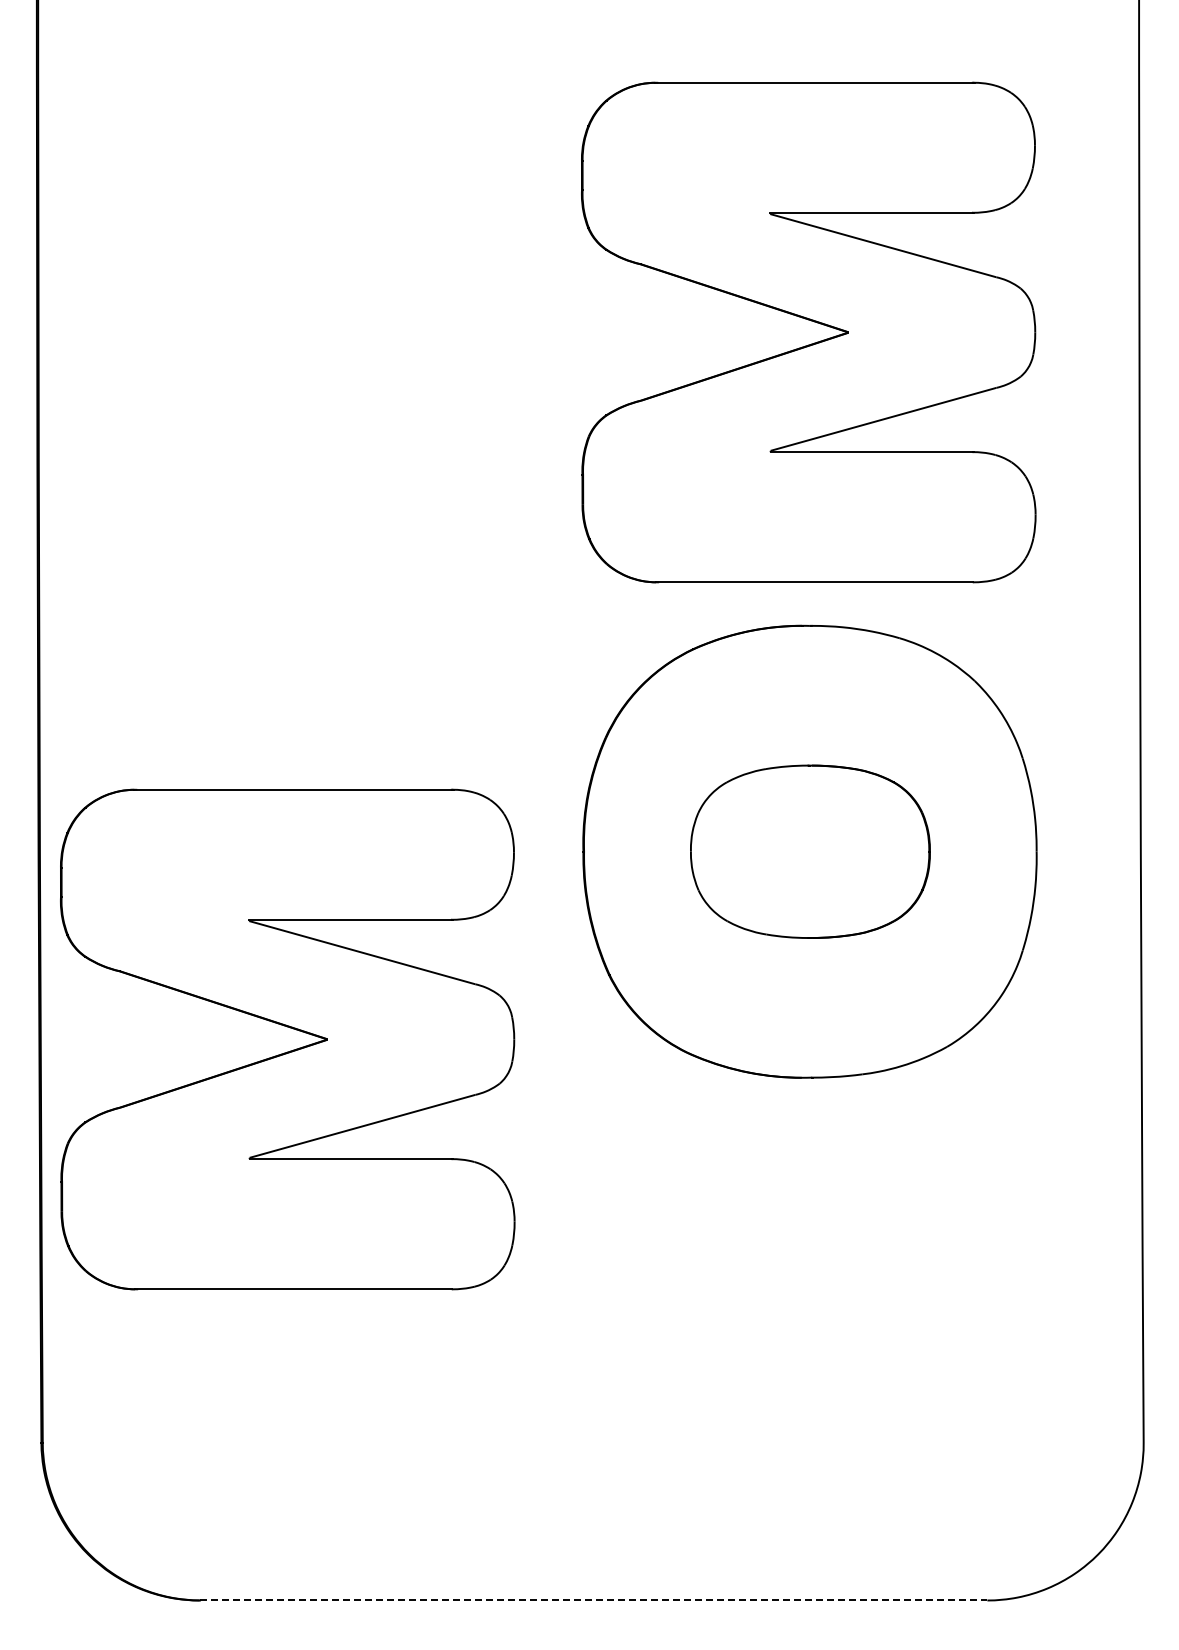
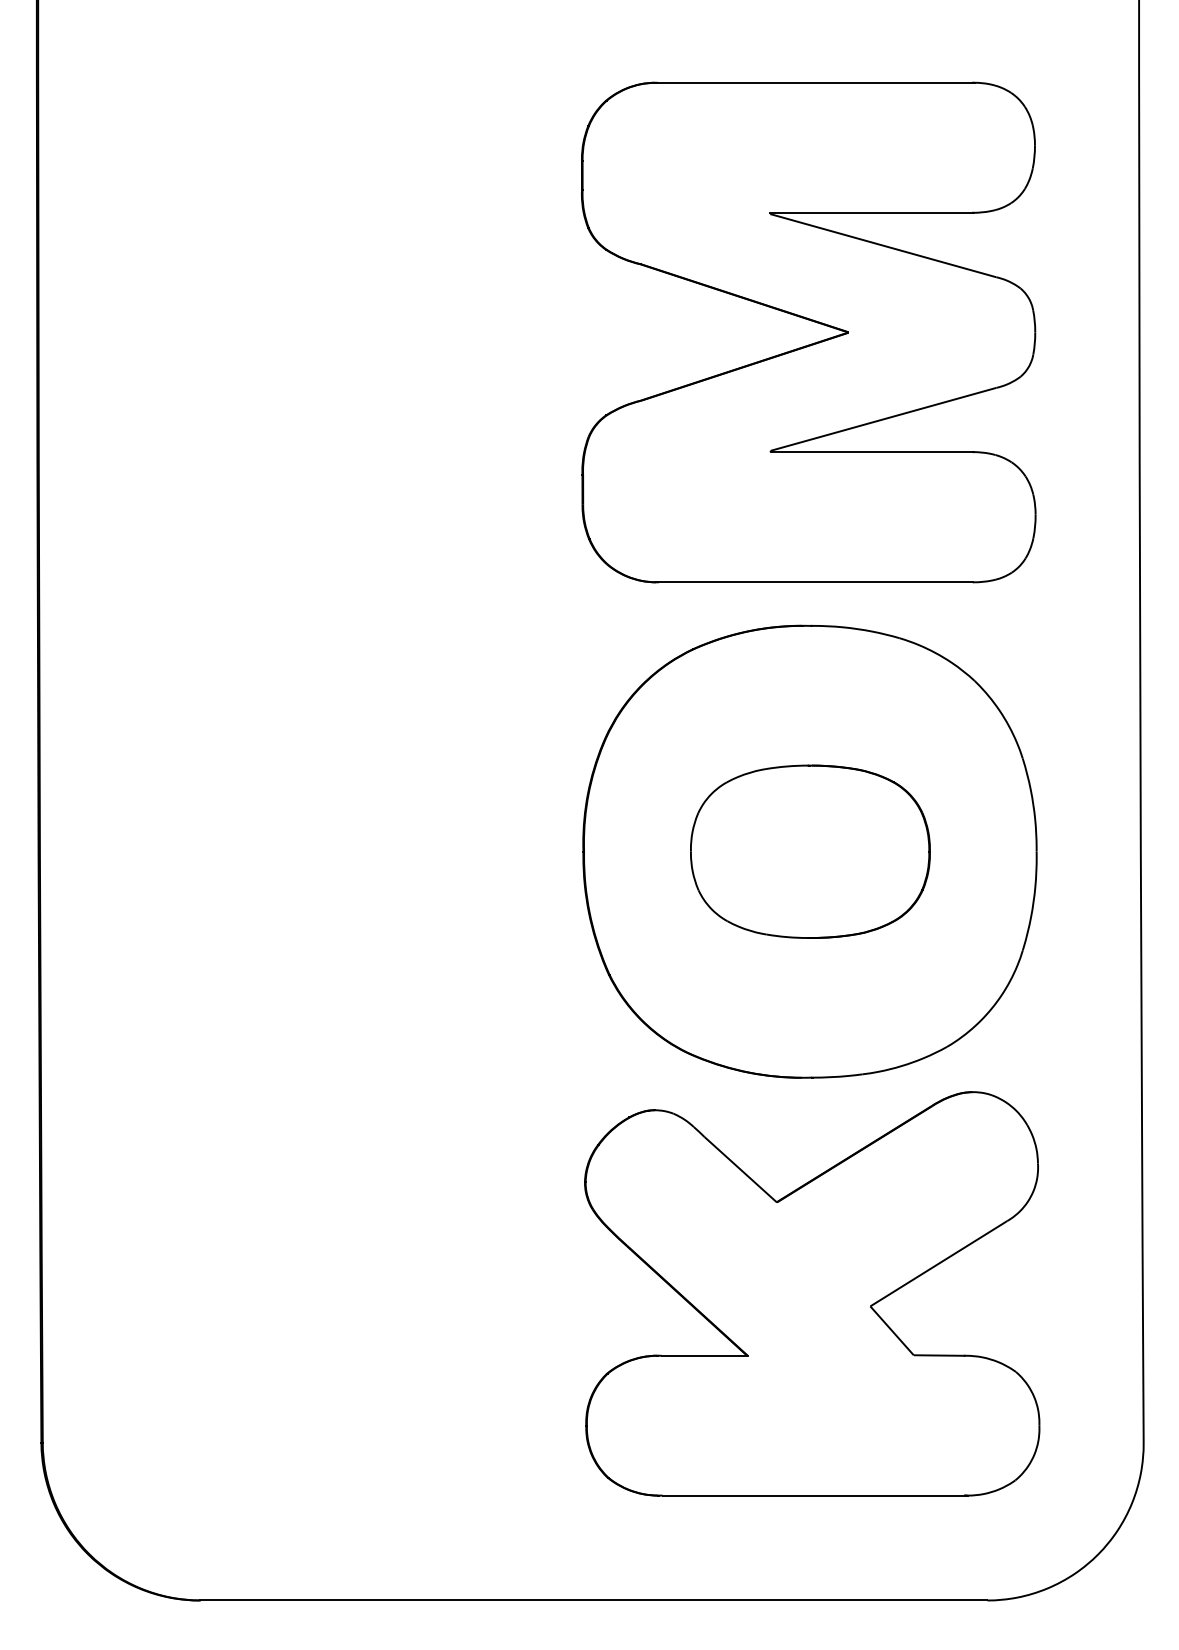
part at (290, 1028): present -> none
part at (812, 1293): none -> present
line at (593, 1600): dashed -> solid
